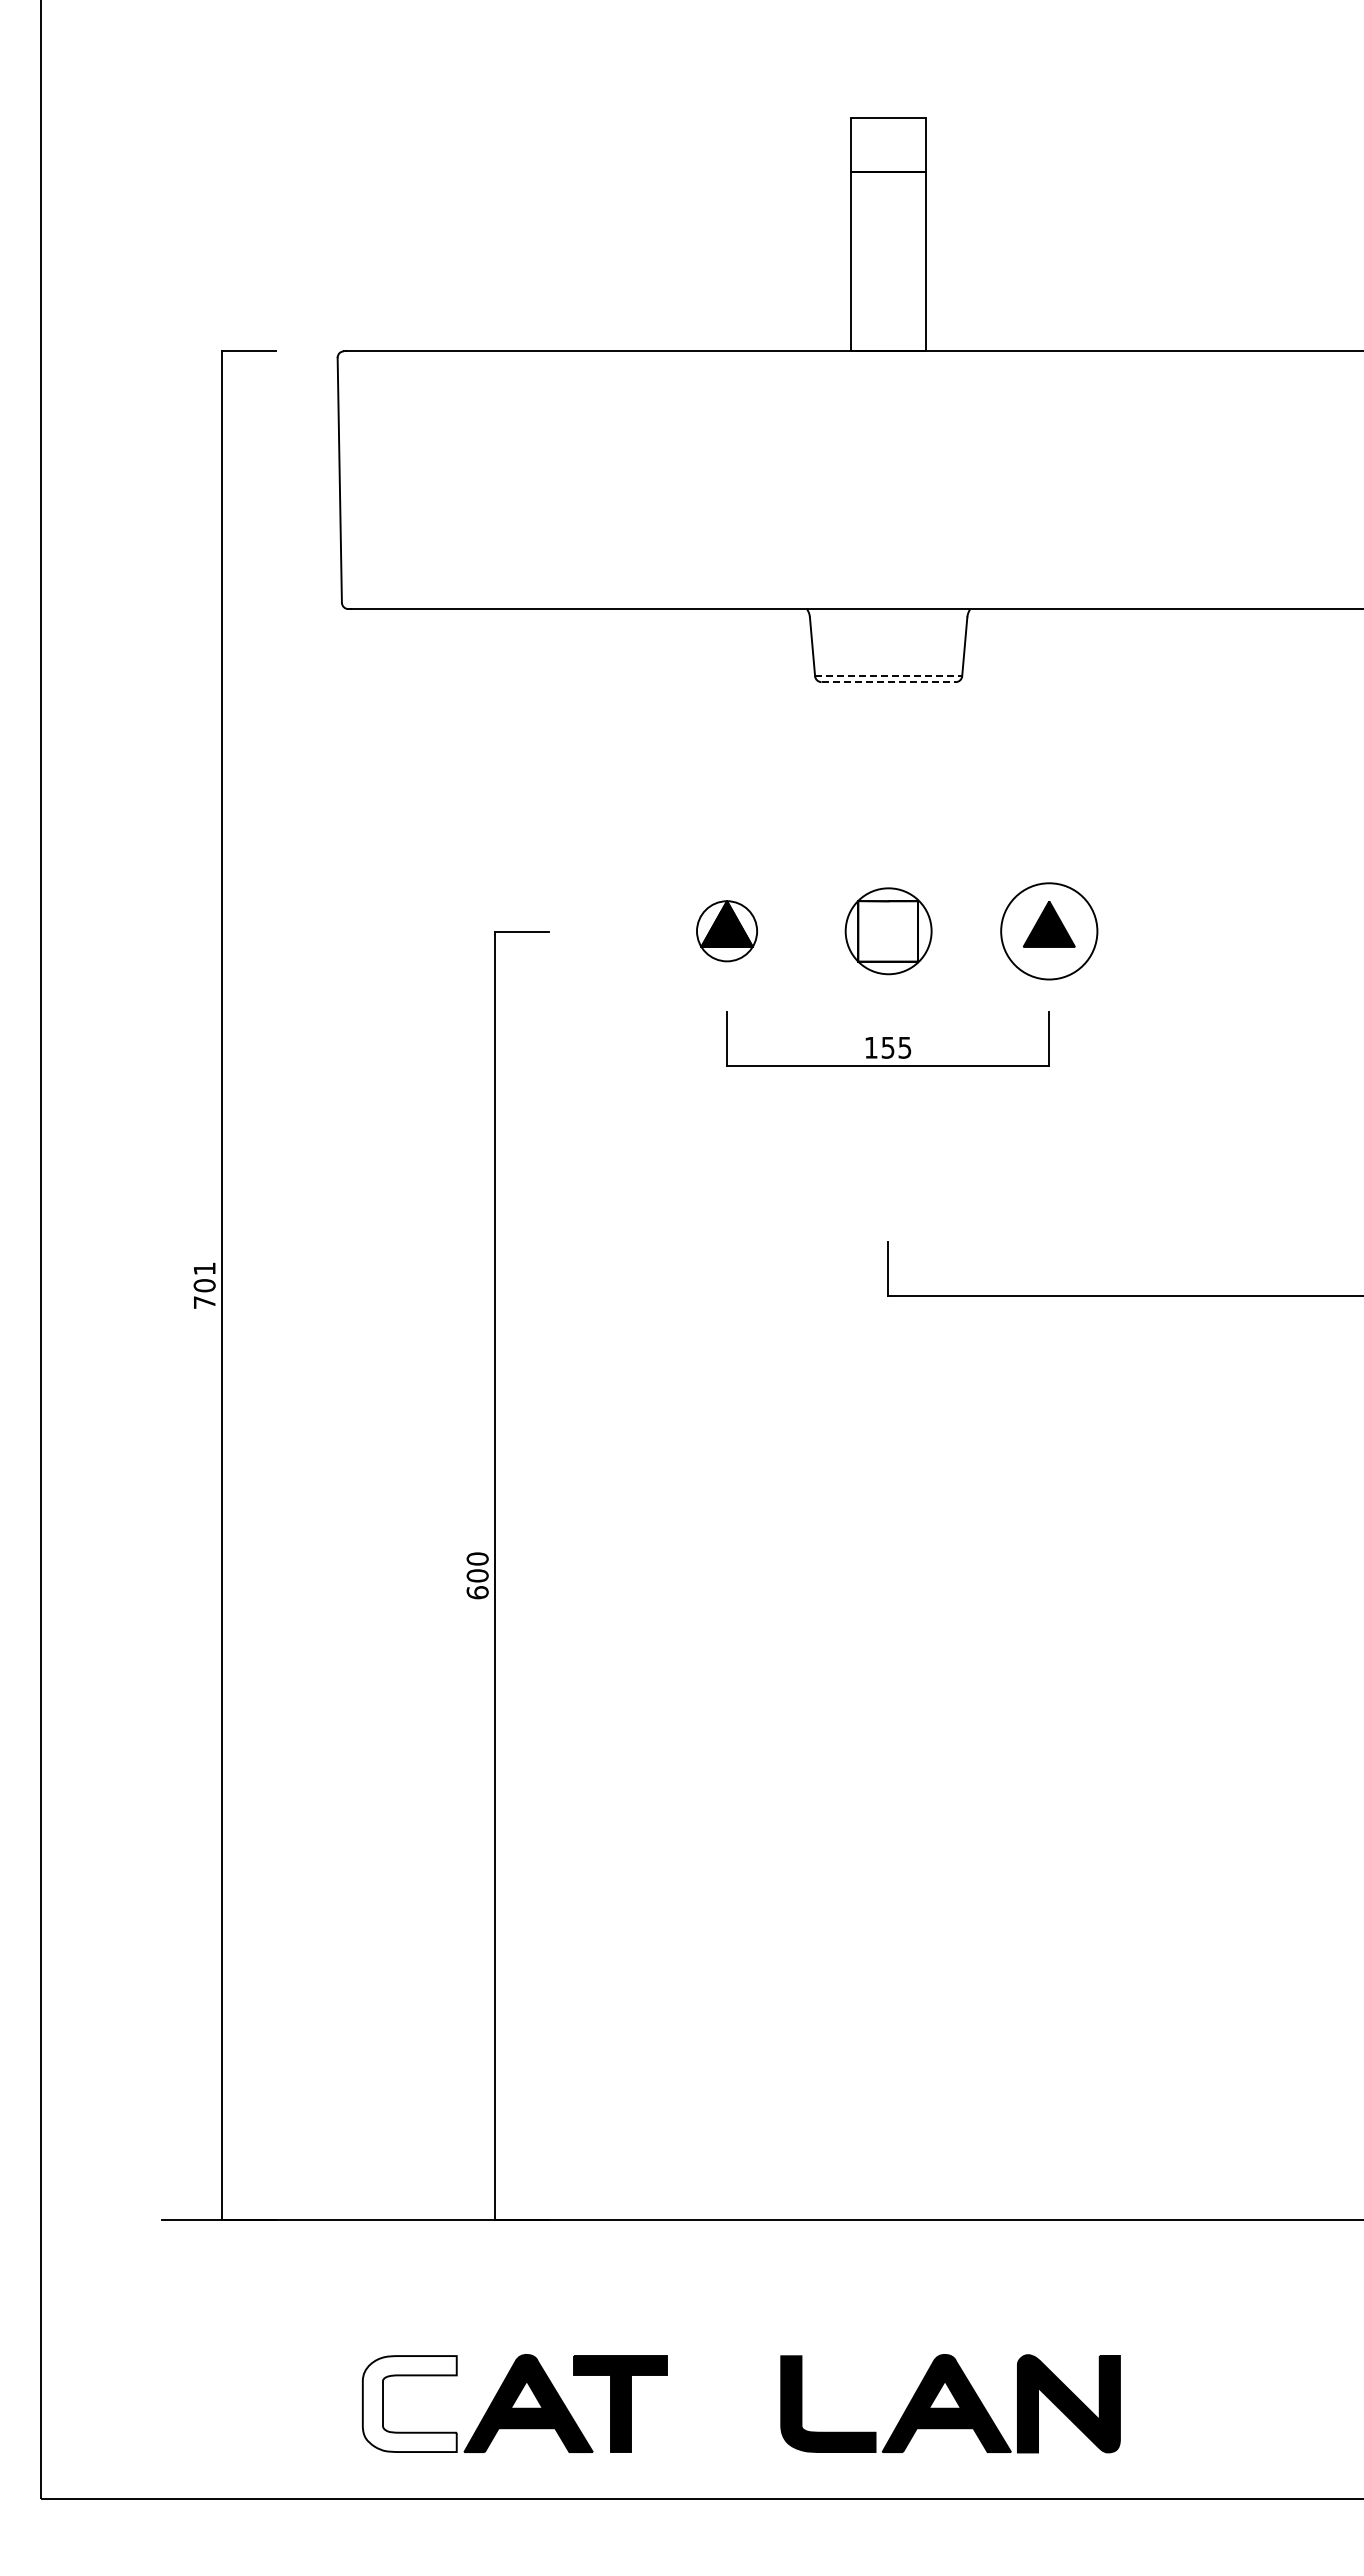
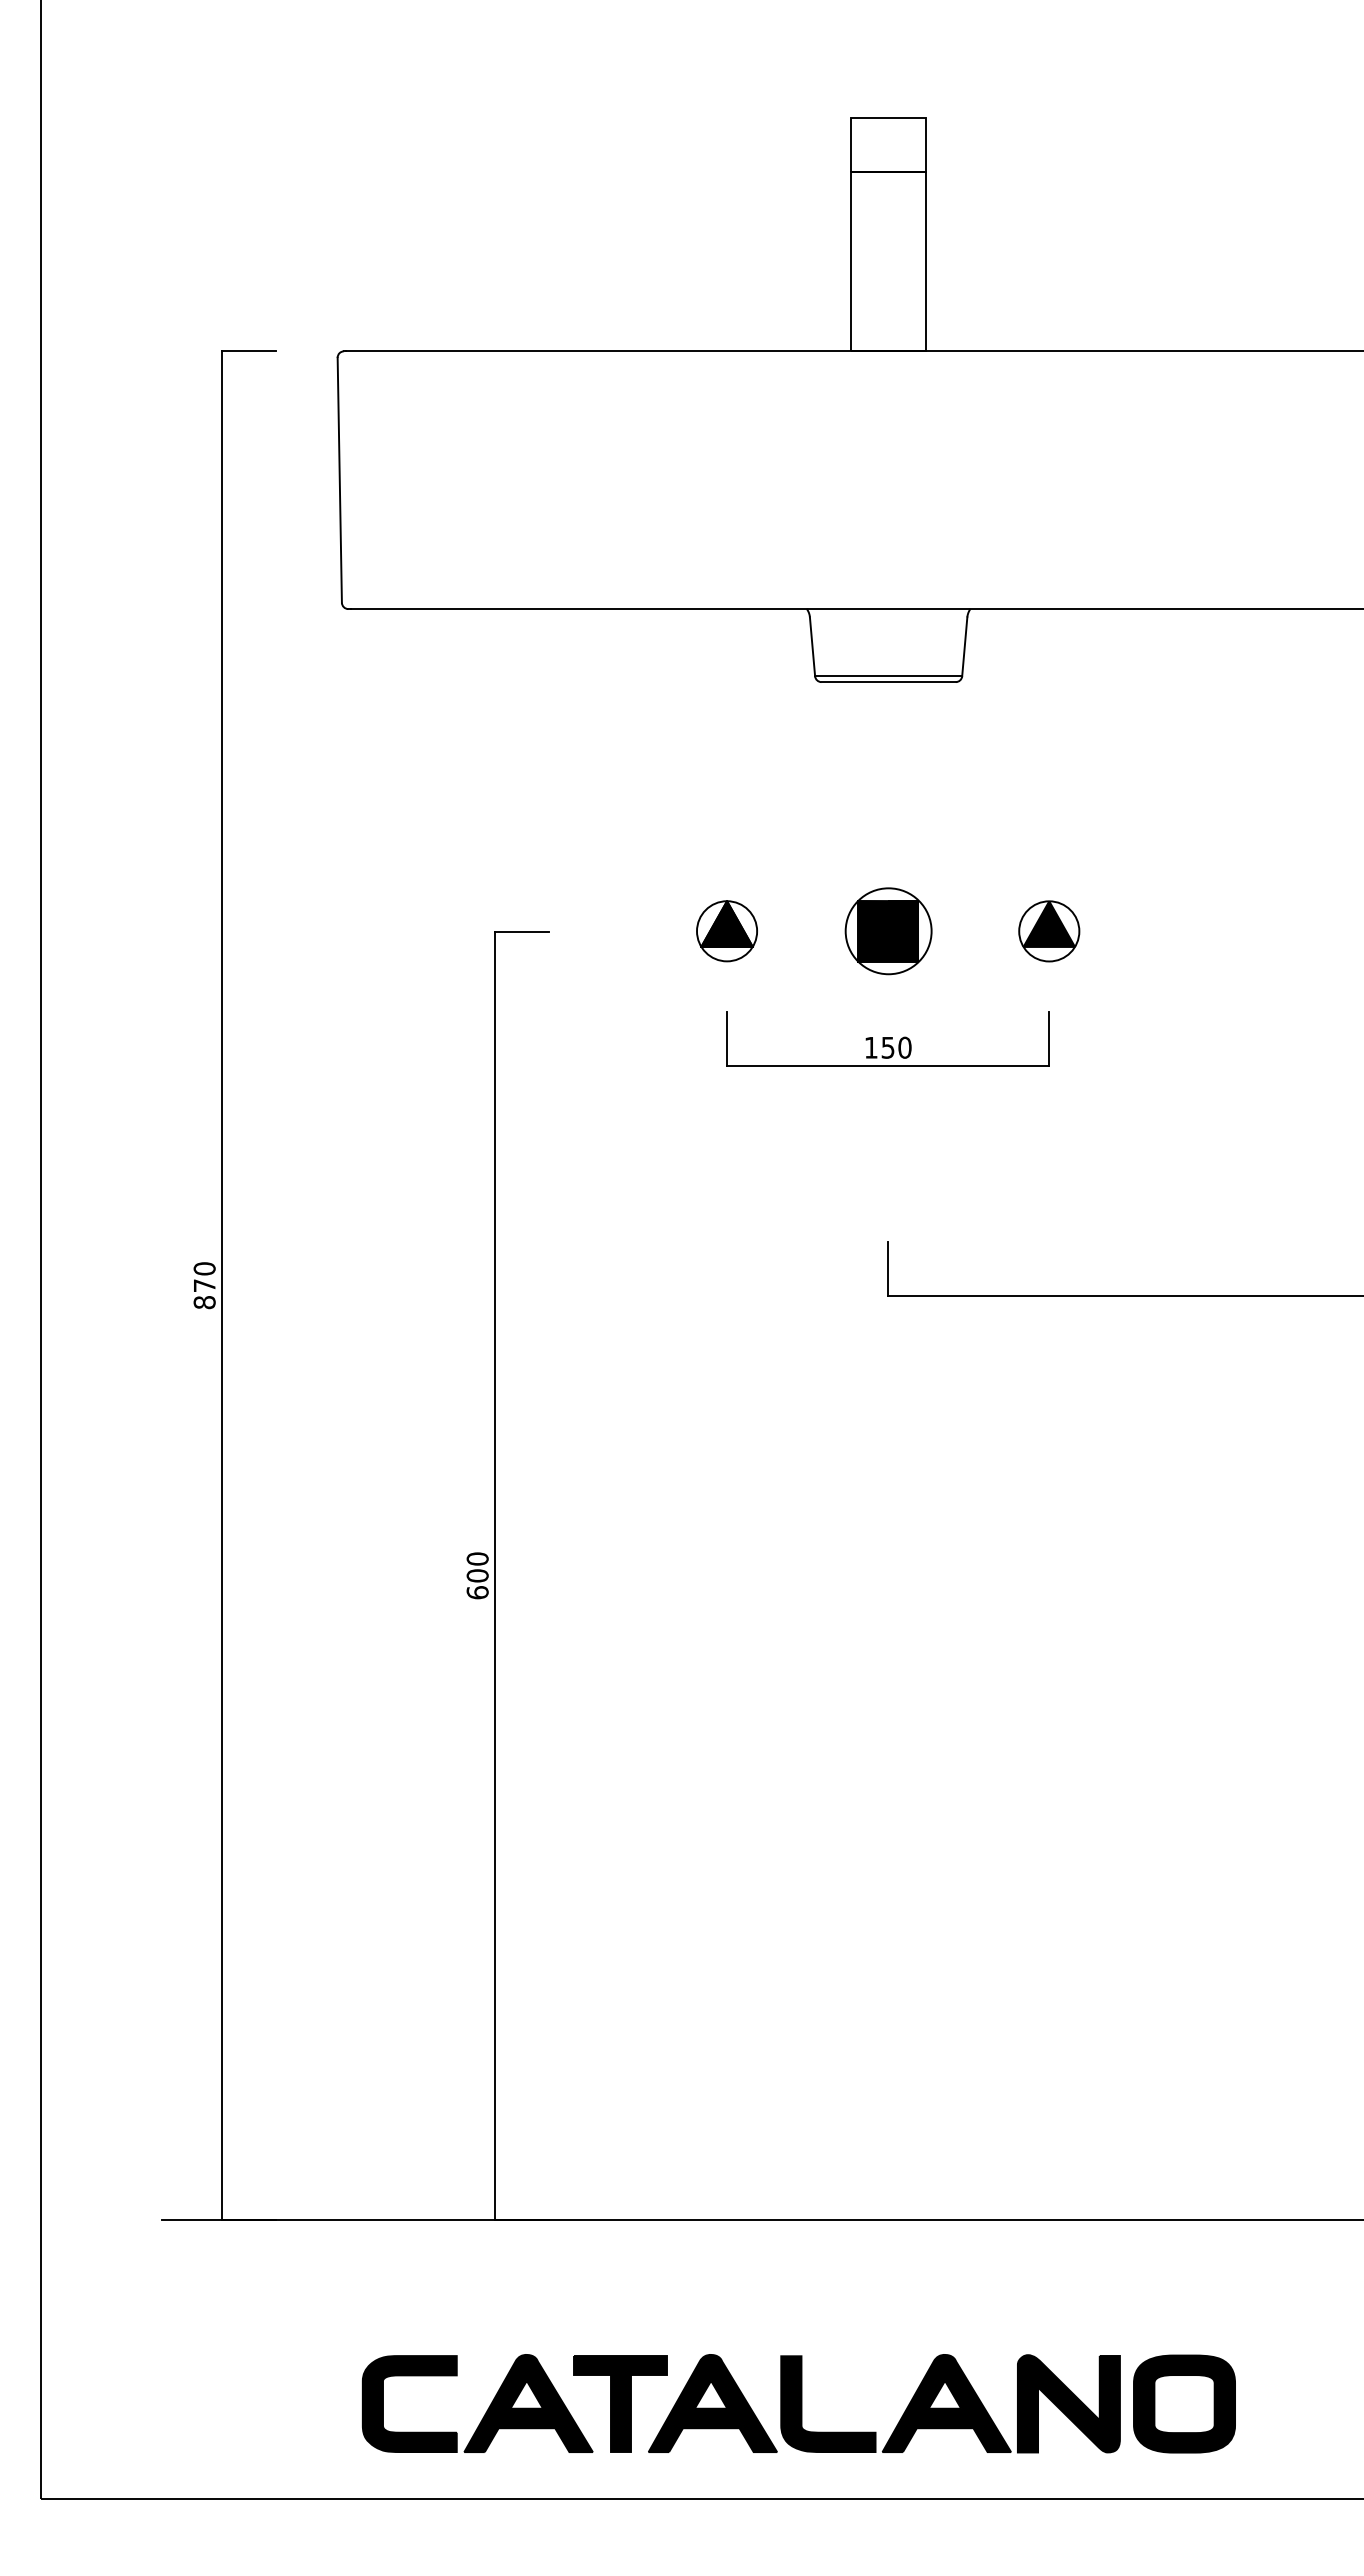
line at (888, 676): dashed -> solid
line at (889, 682): dashed -> solid
fill at (888, 931): none -> present
circle at (1049, 931) diameter: 96 px -> 60 px
text at (904, 1047): 155 -> 150
text at (204, 1285): 701 -> 870
part at (712, 2403): none -> present
part at (1184, 2403): none -> present
fill at (409, 2404): none -> present
